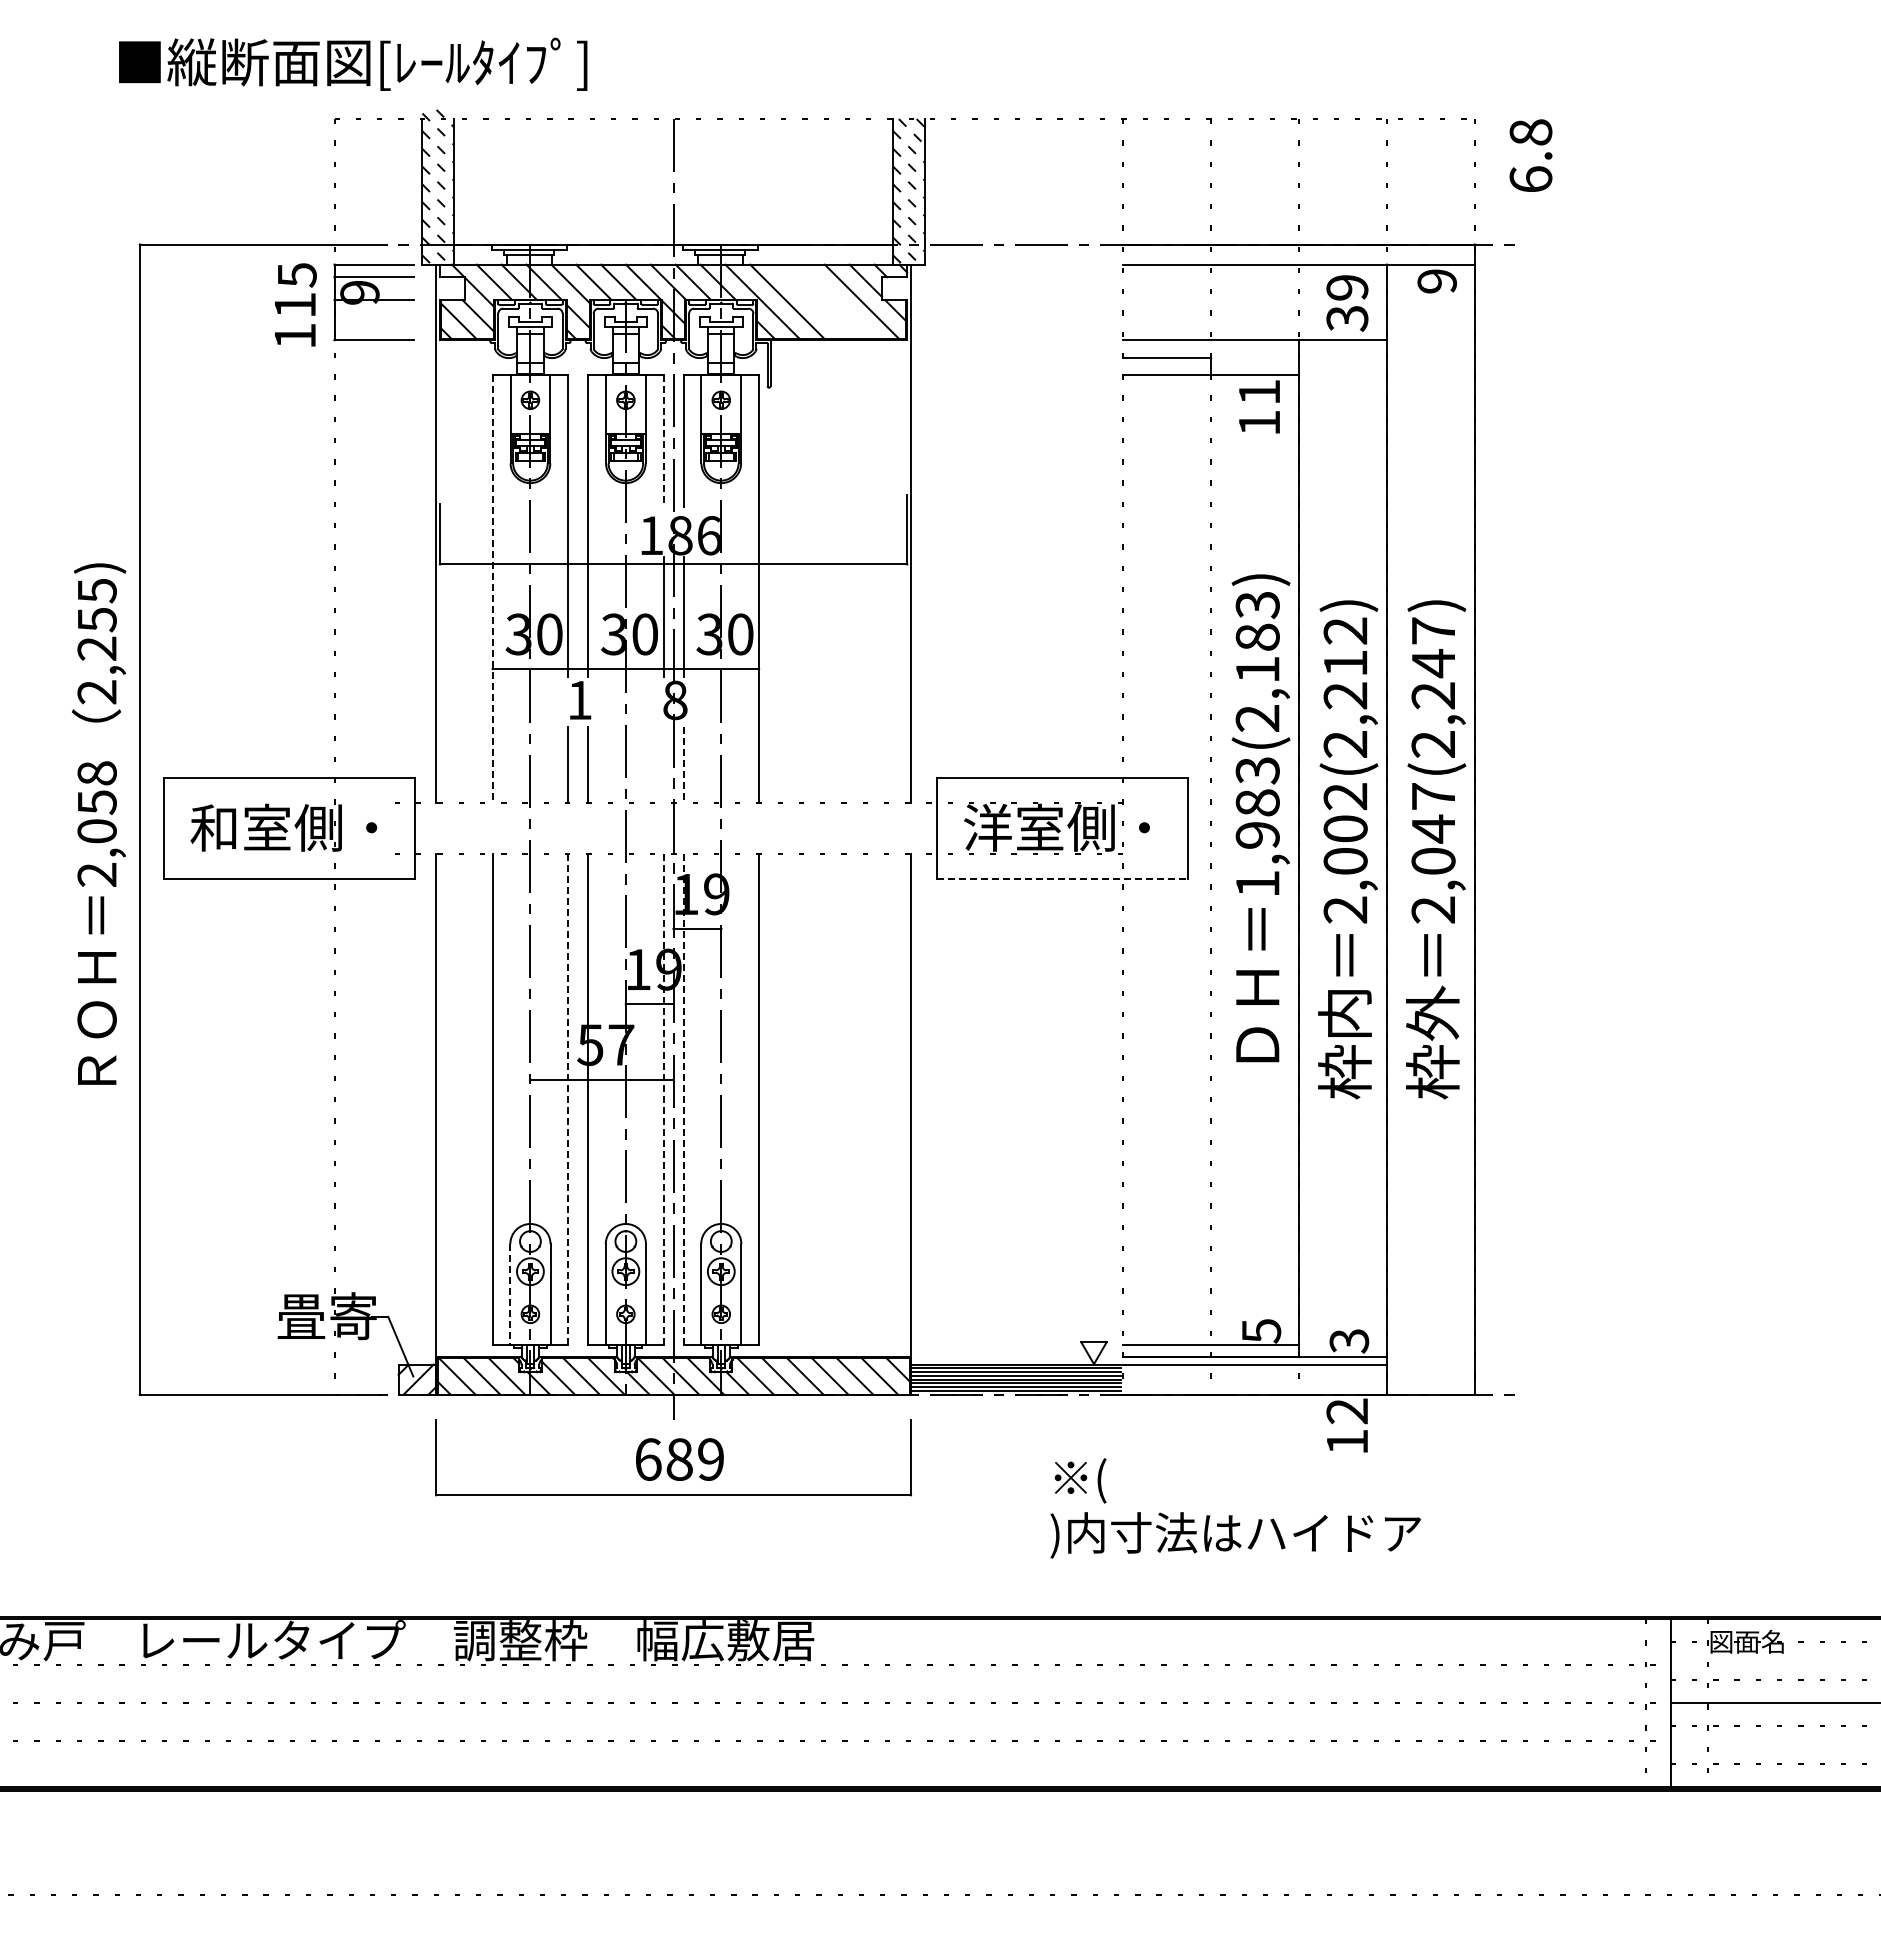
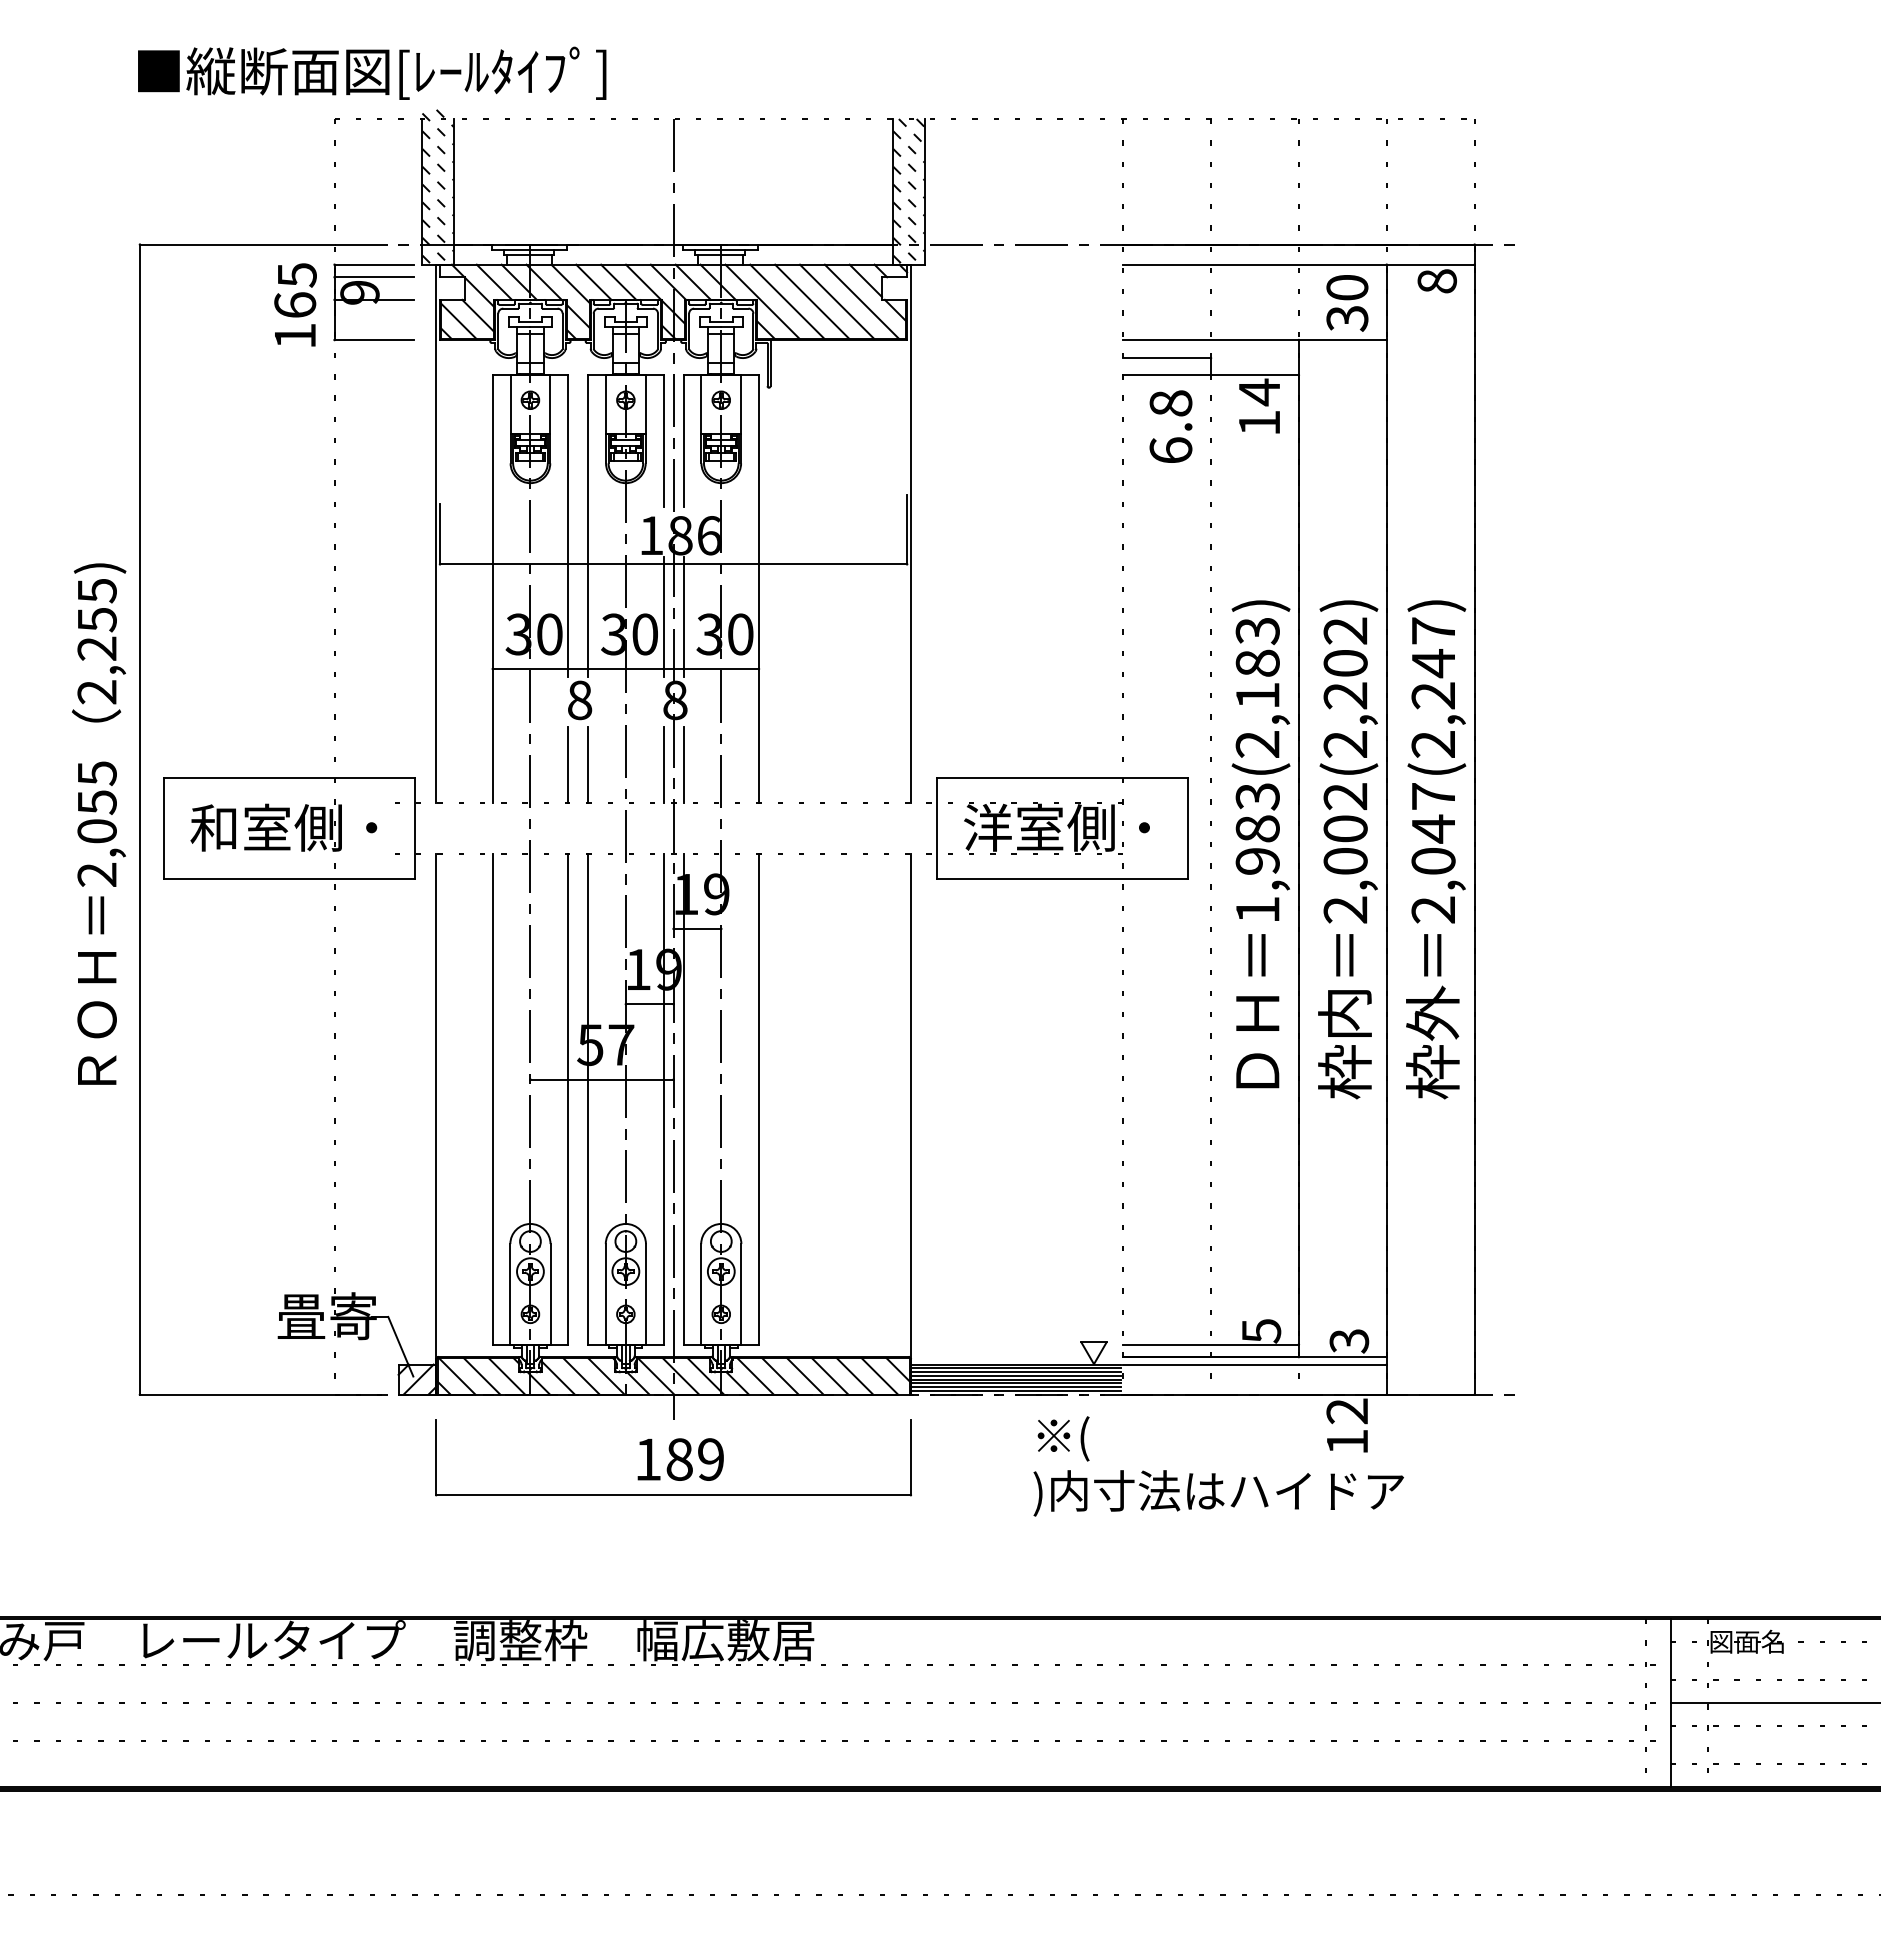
text at (353, 63) position: (353, 63) -> (372, 72)
text at (1530, 155) position: (1530, 155) -> (1170, 426)
text at (1437, 281): 9 -> 8
text at (1347, 287): 39 -> 30
line at (812, 301): none -> present
line at (837, 301): none -> present
text at (295, 304): 11 -> 16
text at (1259, 392): 11 -> 14
line at (663, 440): dashed -> solid
line at (492, 589): dashed -> solid
text at (1345, 663): 2,002(2,212) -> 2,002(2,202)
text at (580, 700): 1 -> 8
line at (663, 764): none -> present
line at (683, 765): dashed -> solid
text at (96, 773): 2,058 -> 2,055
text at (1260, 818) position: (1260, 818) -> (1260, 844)
line at (1062, 878): dashed -> solid
line at (568, 1099): dashed -> solid
line at (663, 1099): dashed -> solid
line at (683, 1099): dashed -> solid
line at (510, 1294): dashed -> solid
text at (648, 1459): 689 -> 189
text at (1235, 1508) position: (1235, 1508) -> (1218, 1466)
